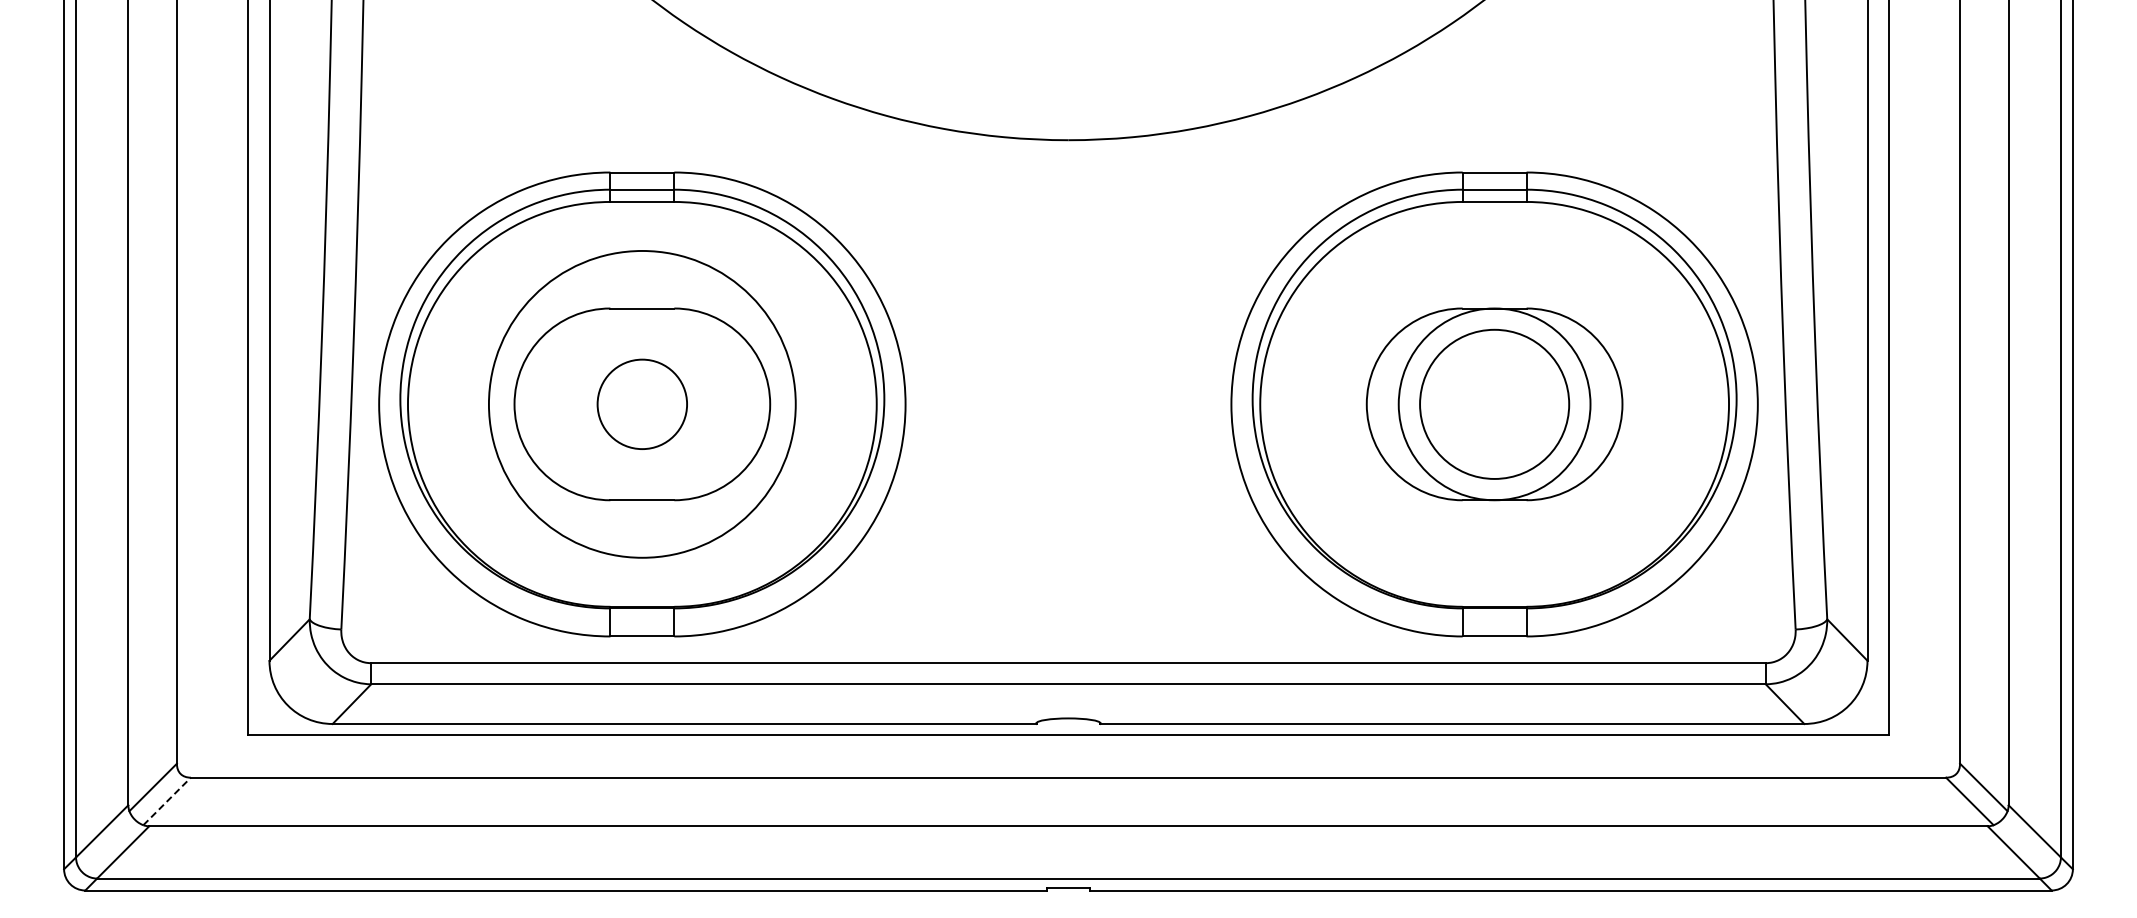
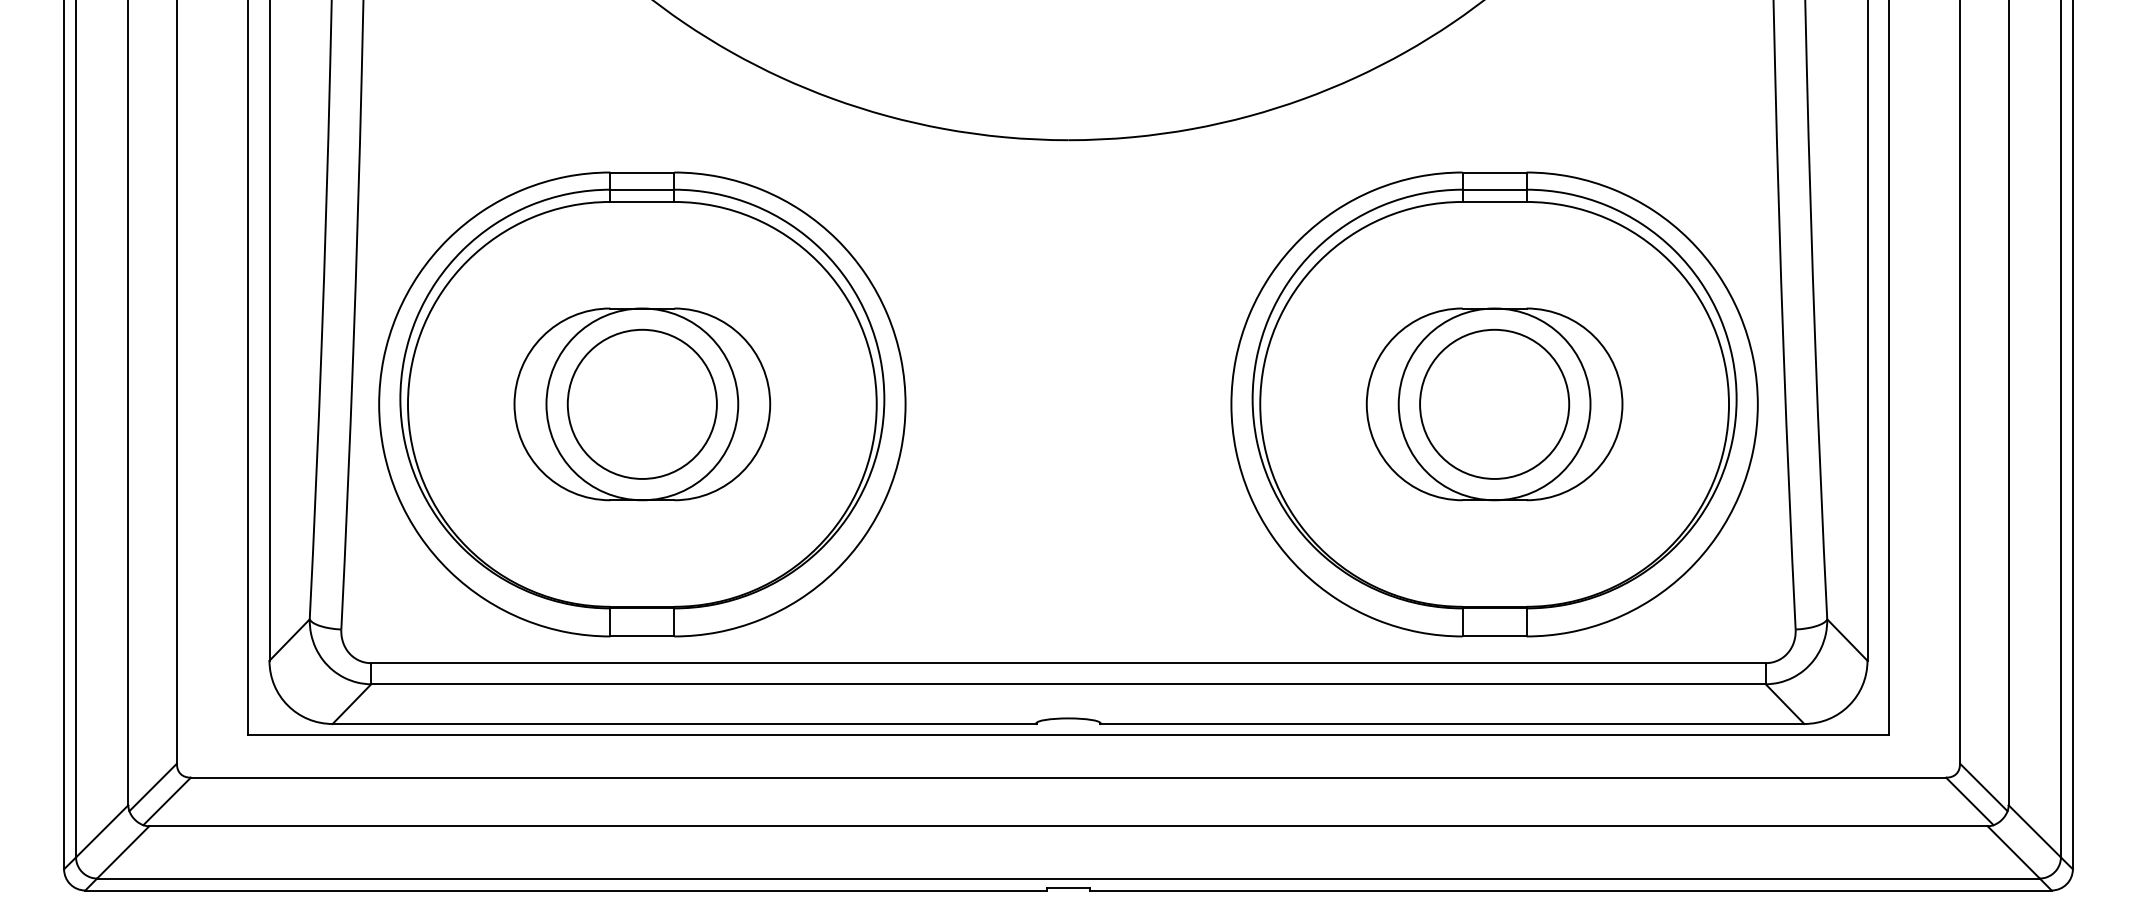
circle at (641, 403) diameter: 307 px -> 192 px
circle at (642, 404) diameter: 89 px -> 149 px
line at (167, 801): dashed -> solid
